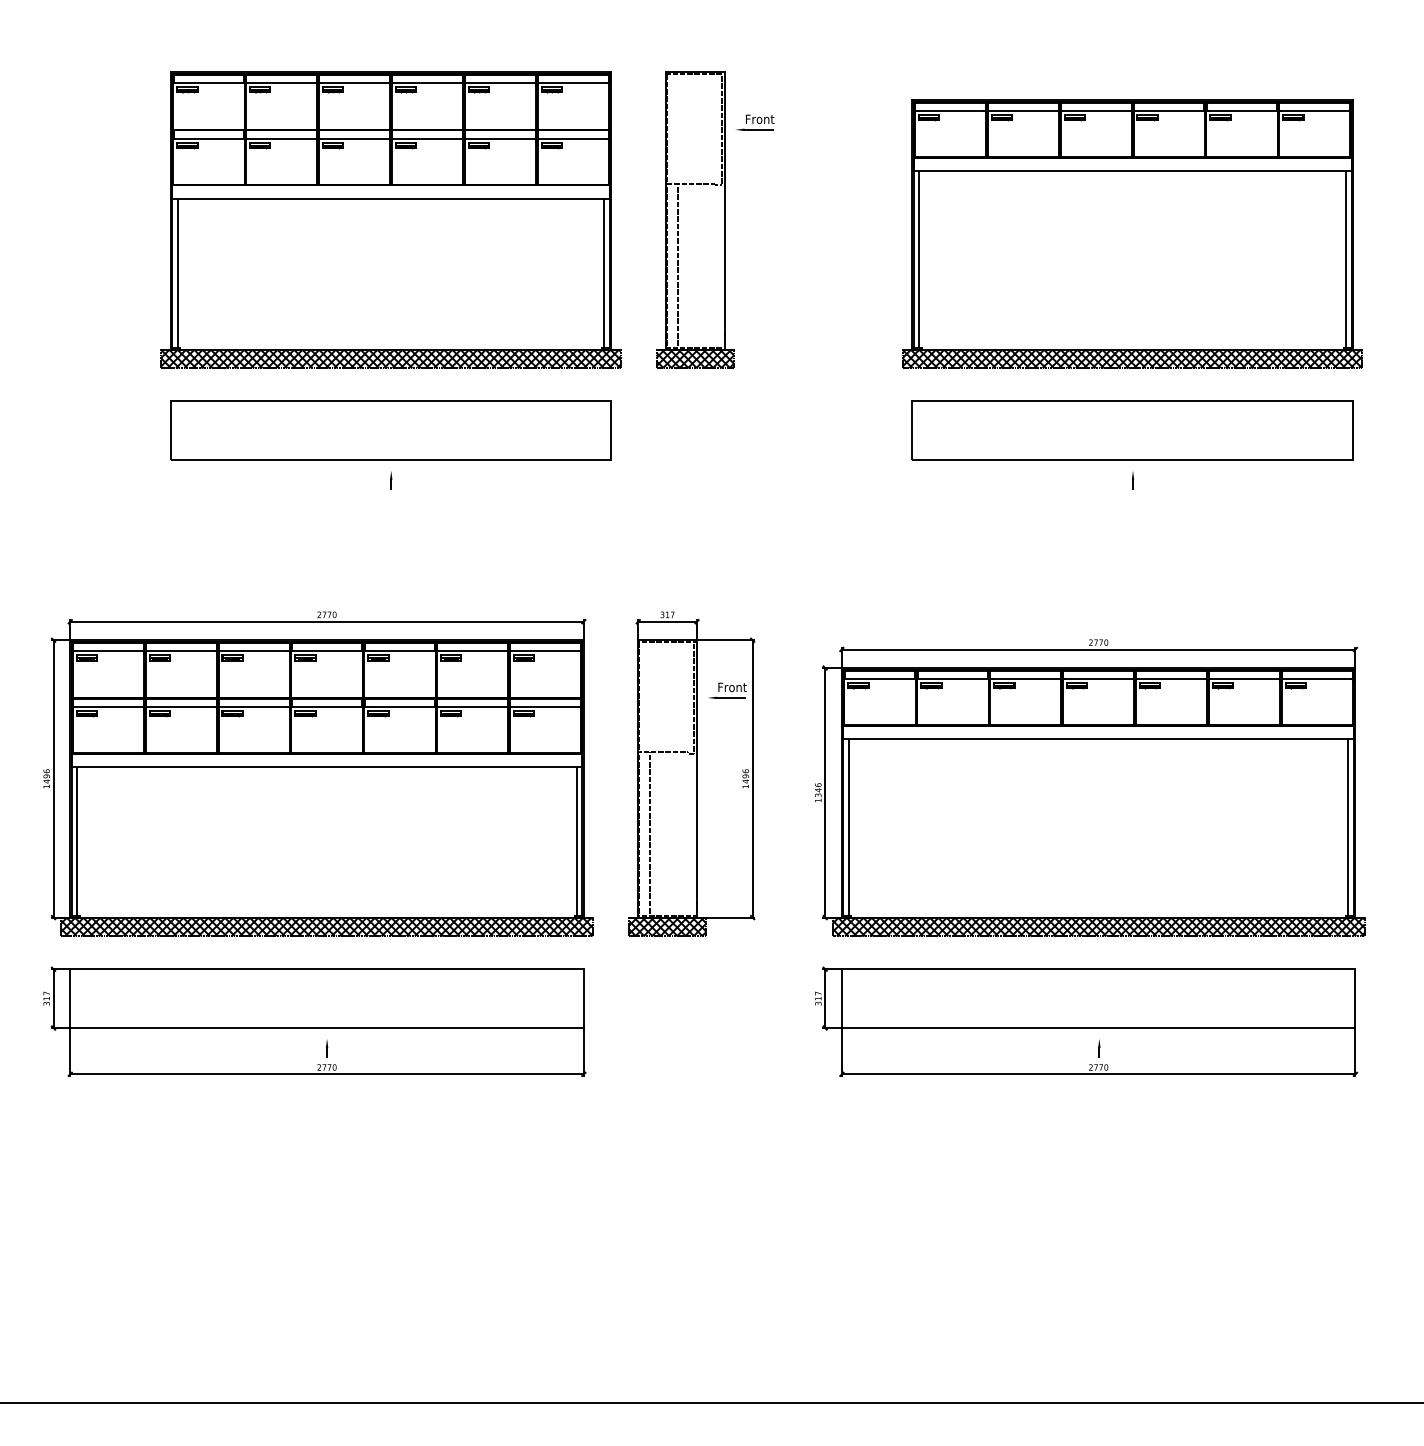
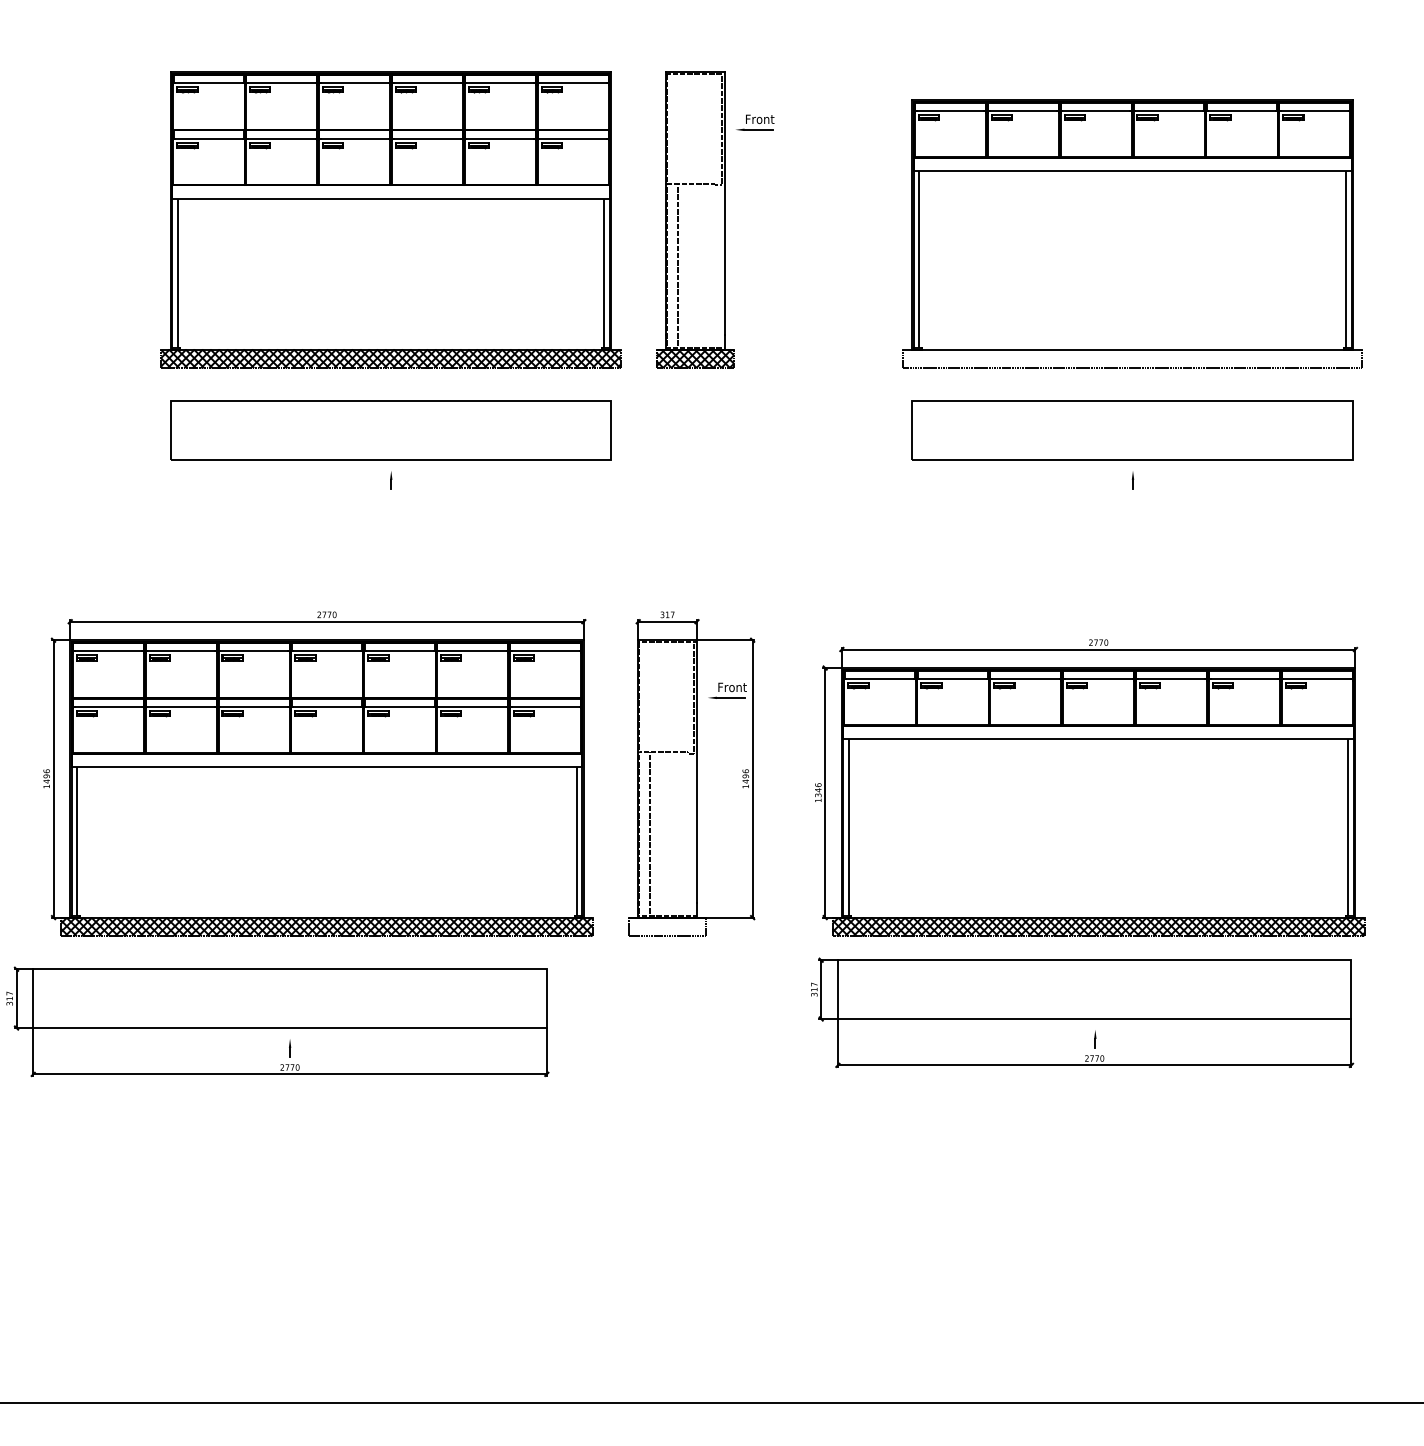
hatch at (1132, 358): present -> none
hatch at (667, 926): present -> none
part at (314, 1021) position: (314, 1021) -> (277, 1021)
part at (1086, 1021) position: (1086, 1021) -> (1082, 1012)
